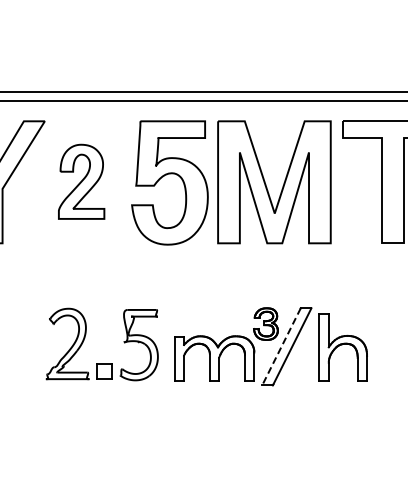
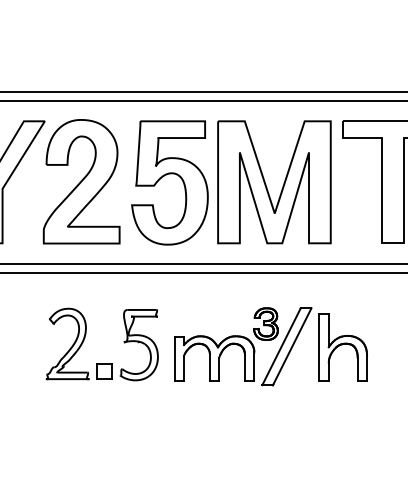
part at (81, 181) size: 48x77 px -> 79x126 px
line at (203, 264): none -> present
line at (203, 273): none -> present
line at (281, 347): dashed -> solid
